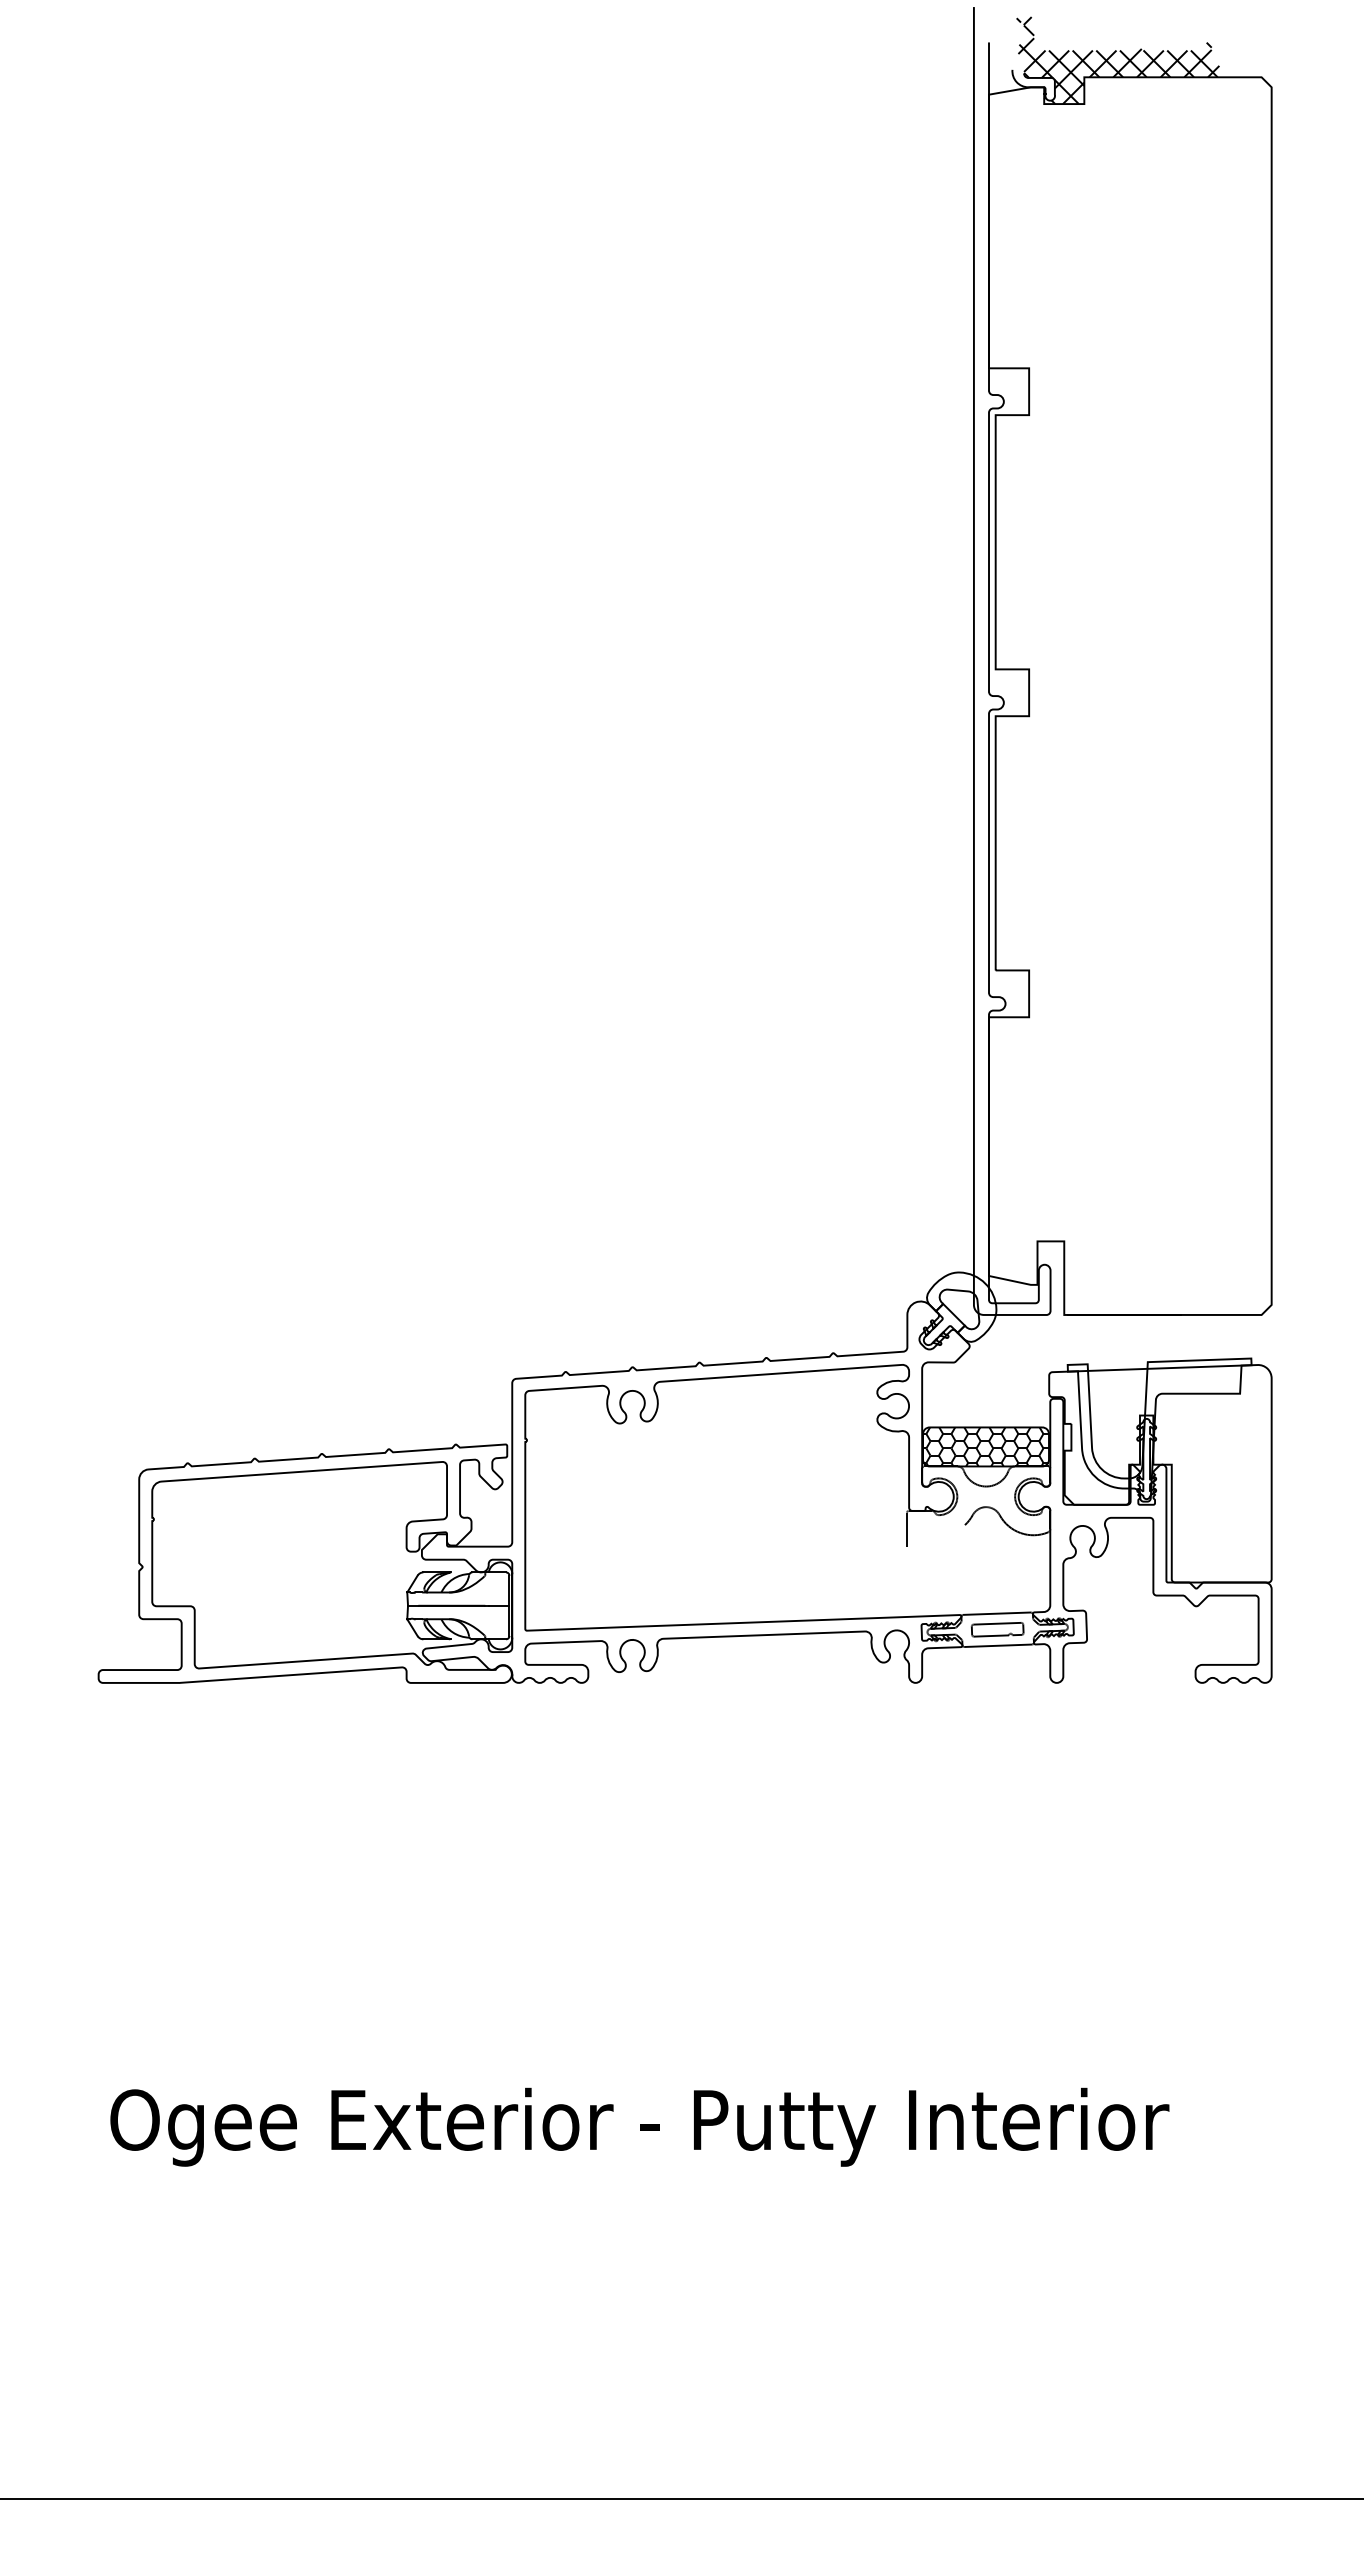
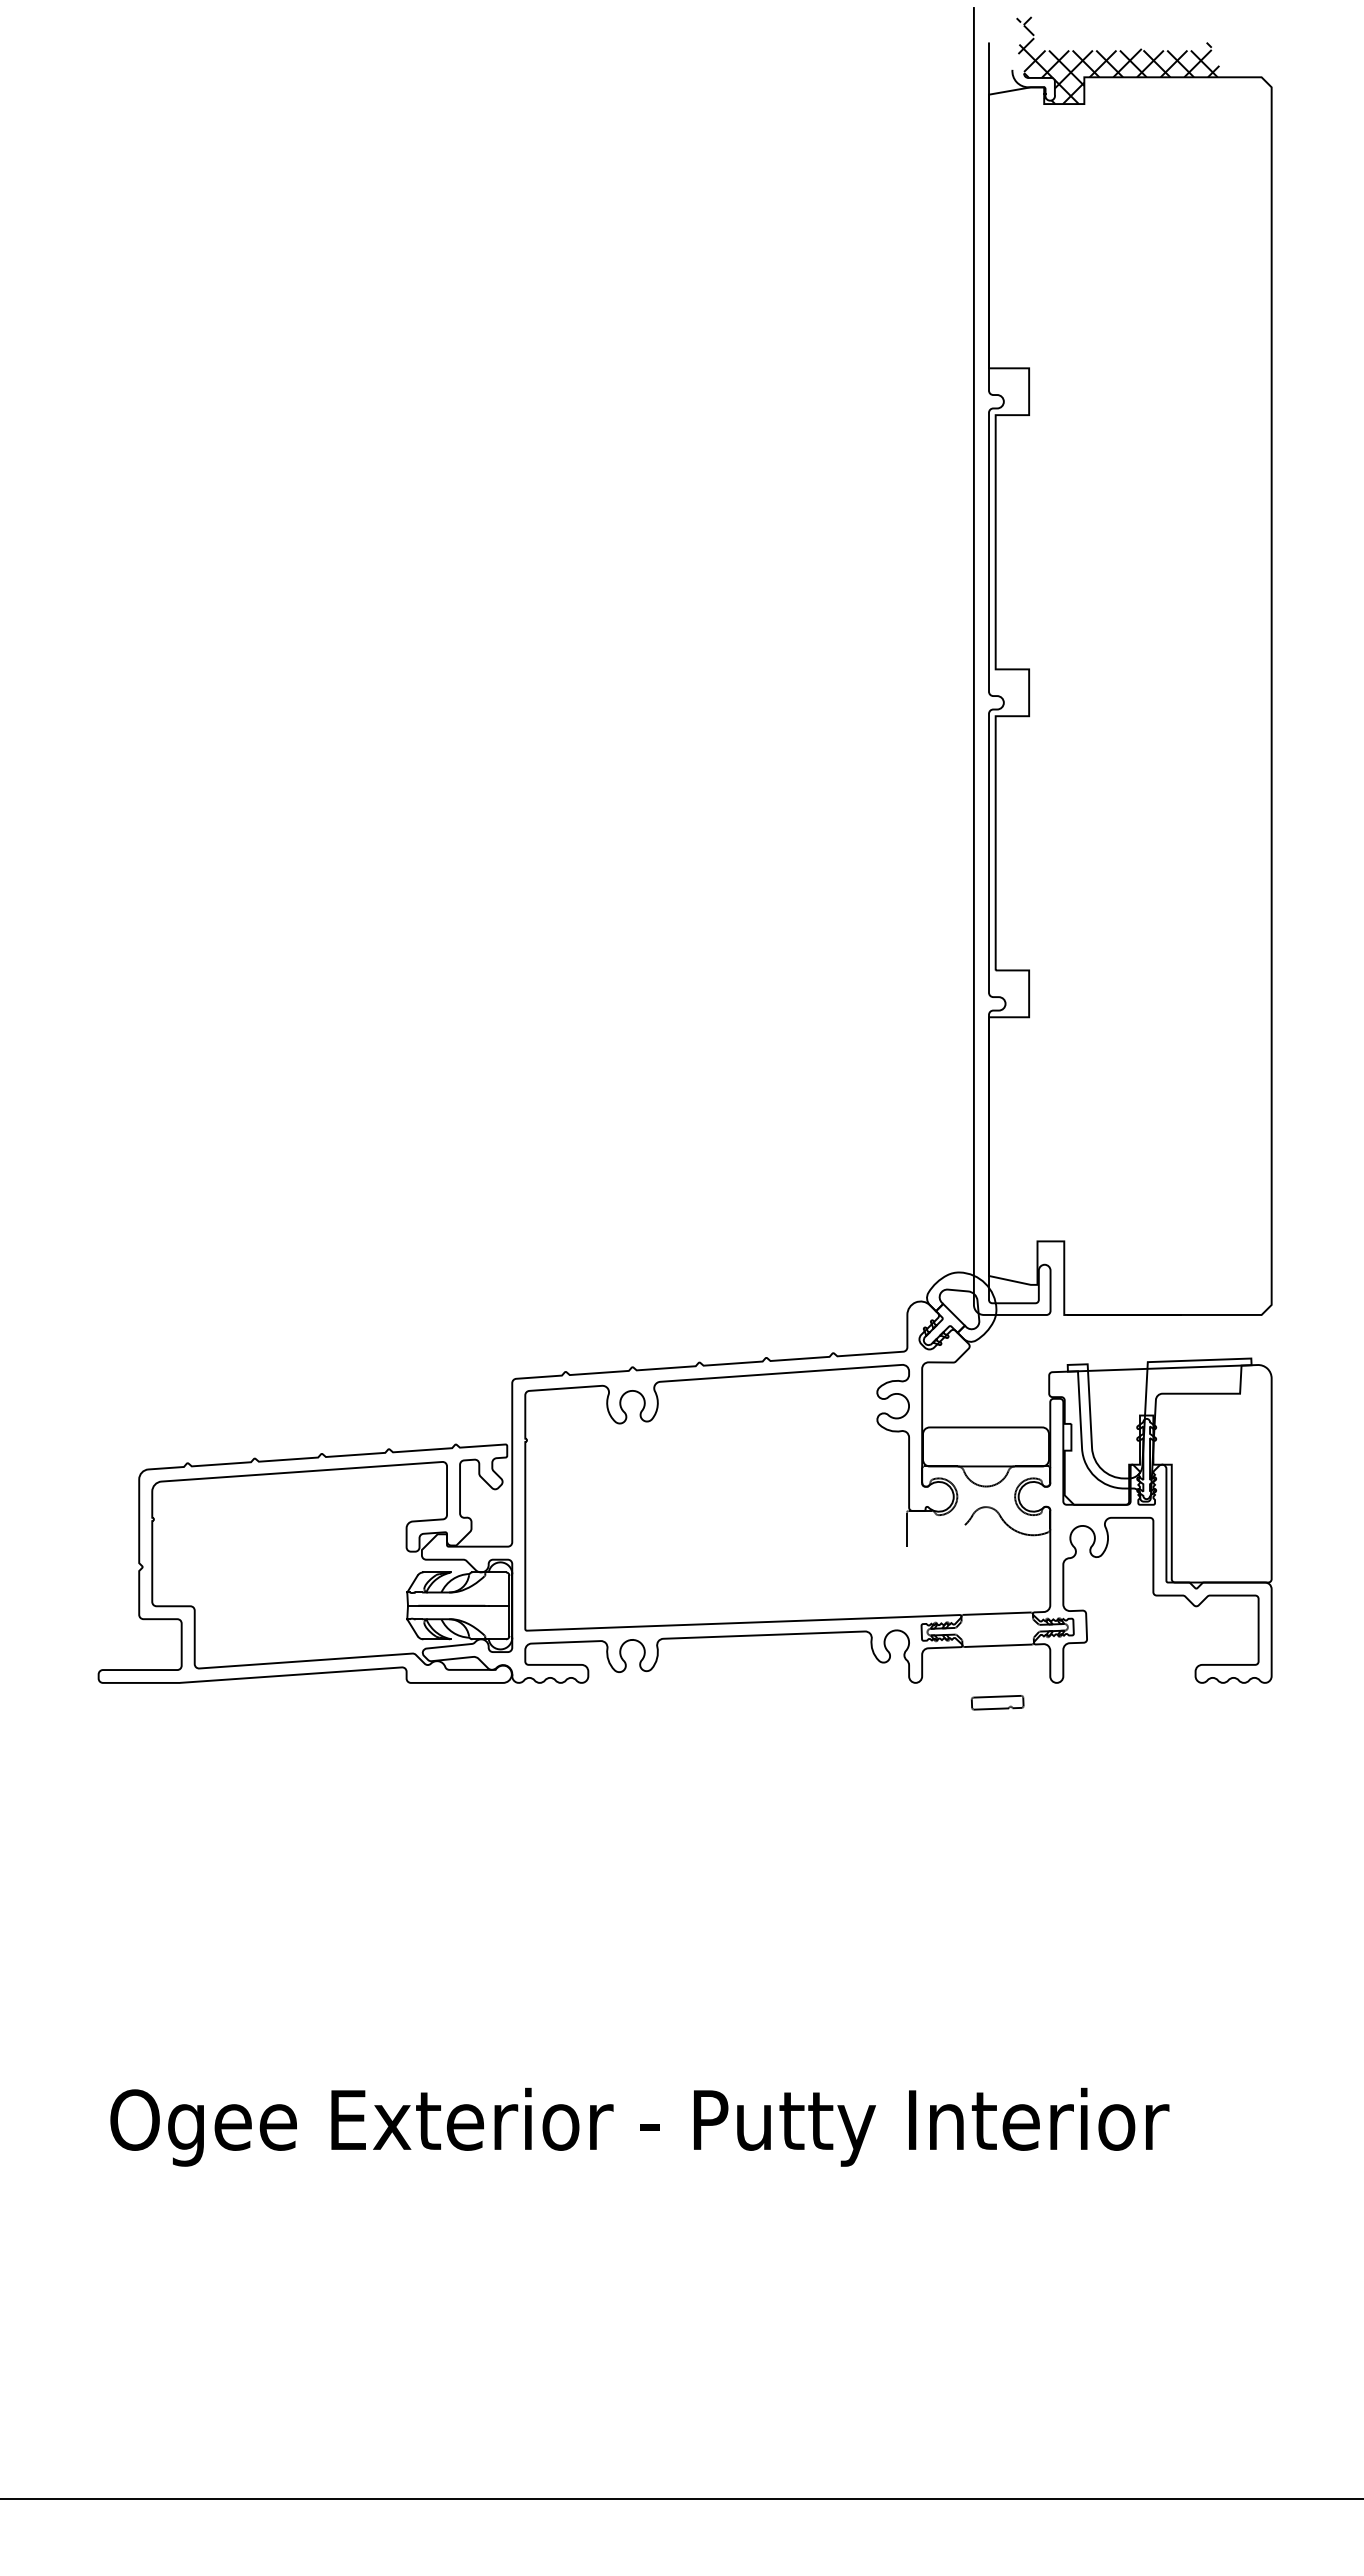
hatch at (986, 1446): present -> none
part at (997, 1629) position: (997, 1629) -> (997, 1702)
